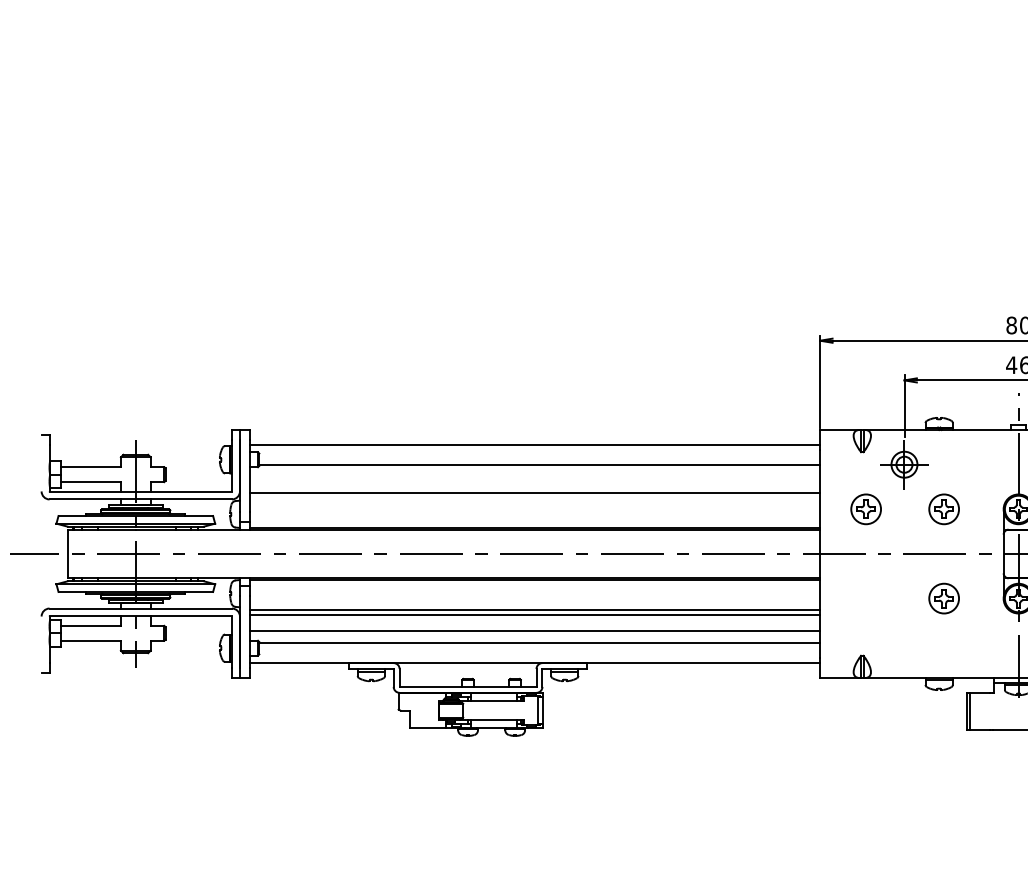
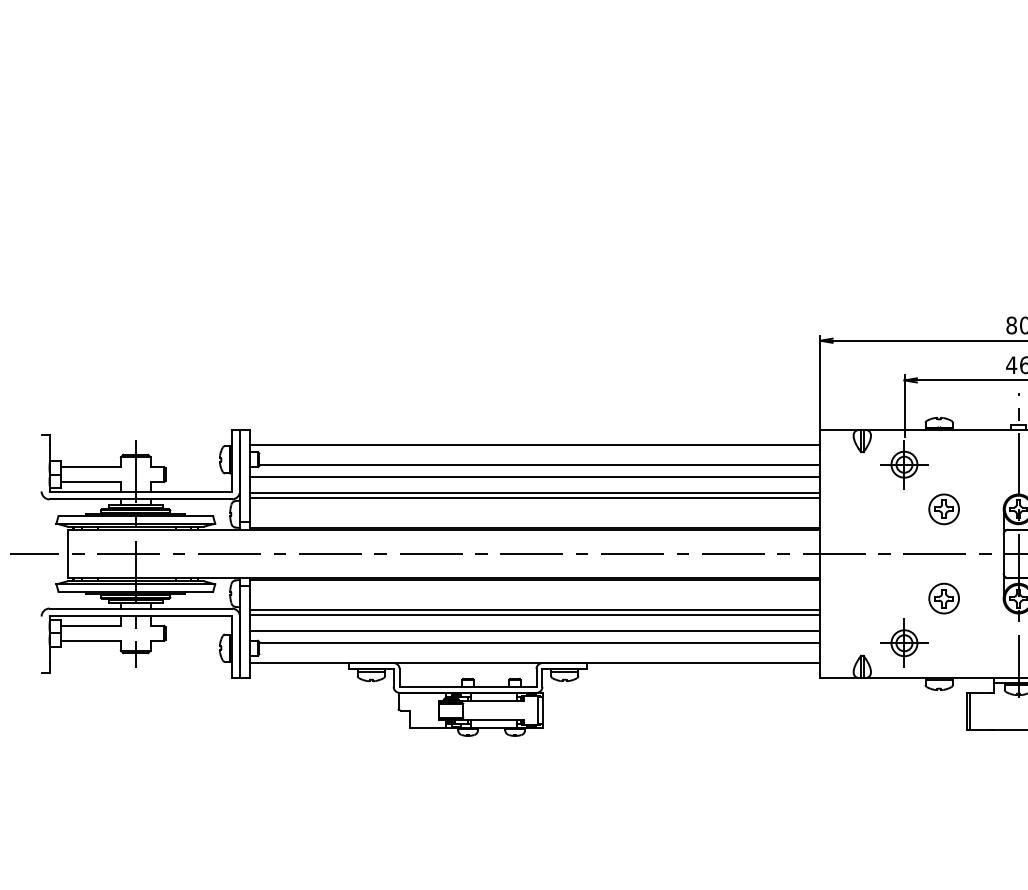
line at (534, 477): none -> present
line at (534, 498): none -> present
part at (865, 509): present -> none
part at (904, 642): none -> present
